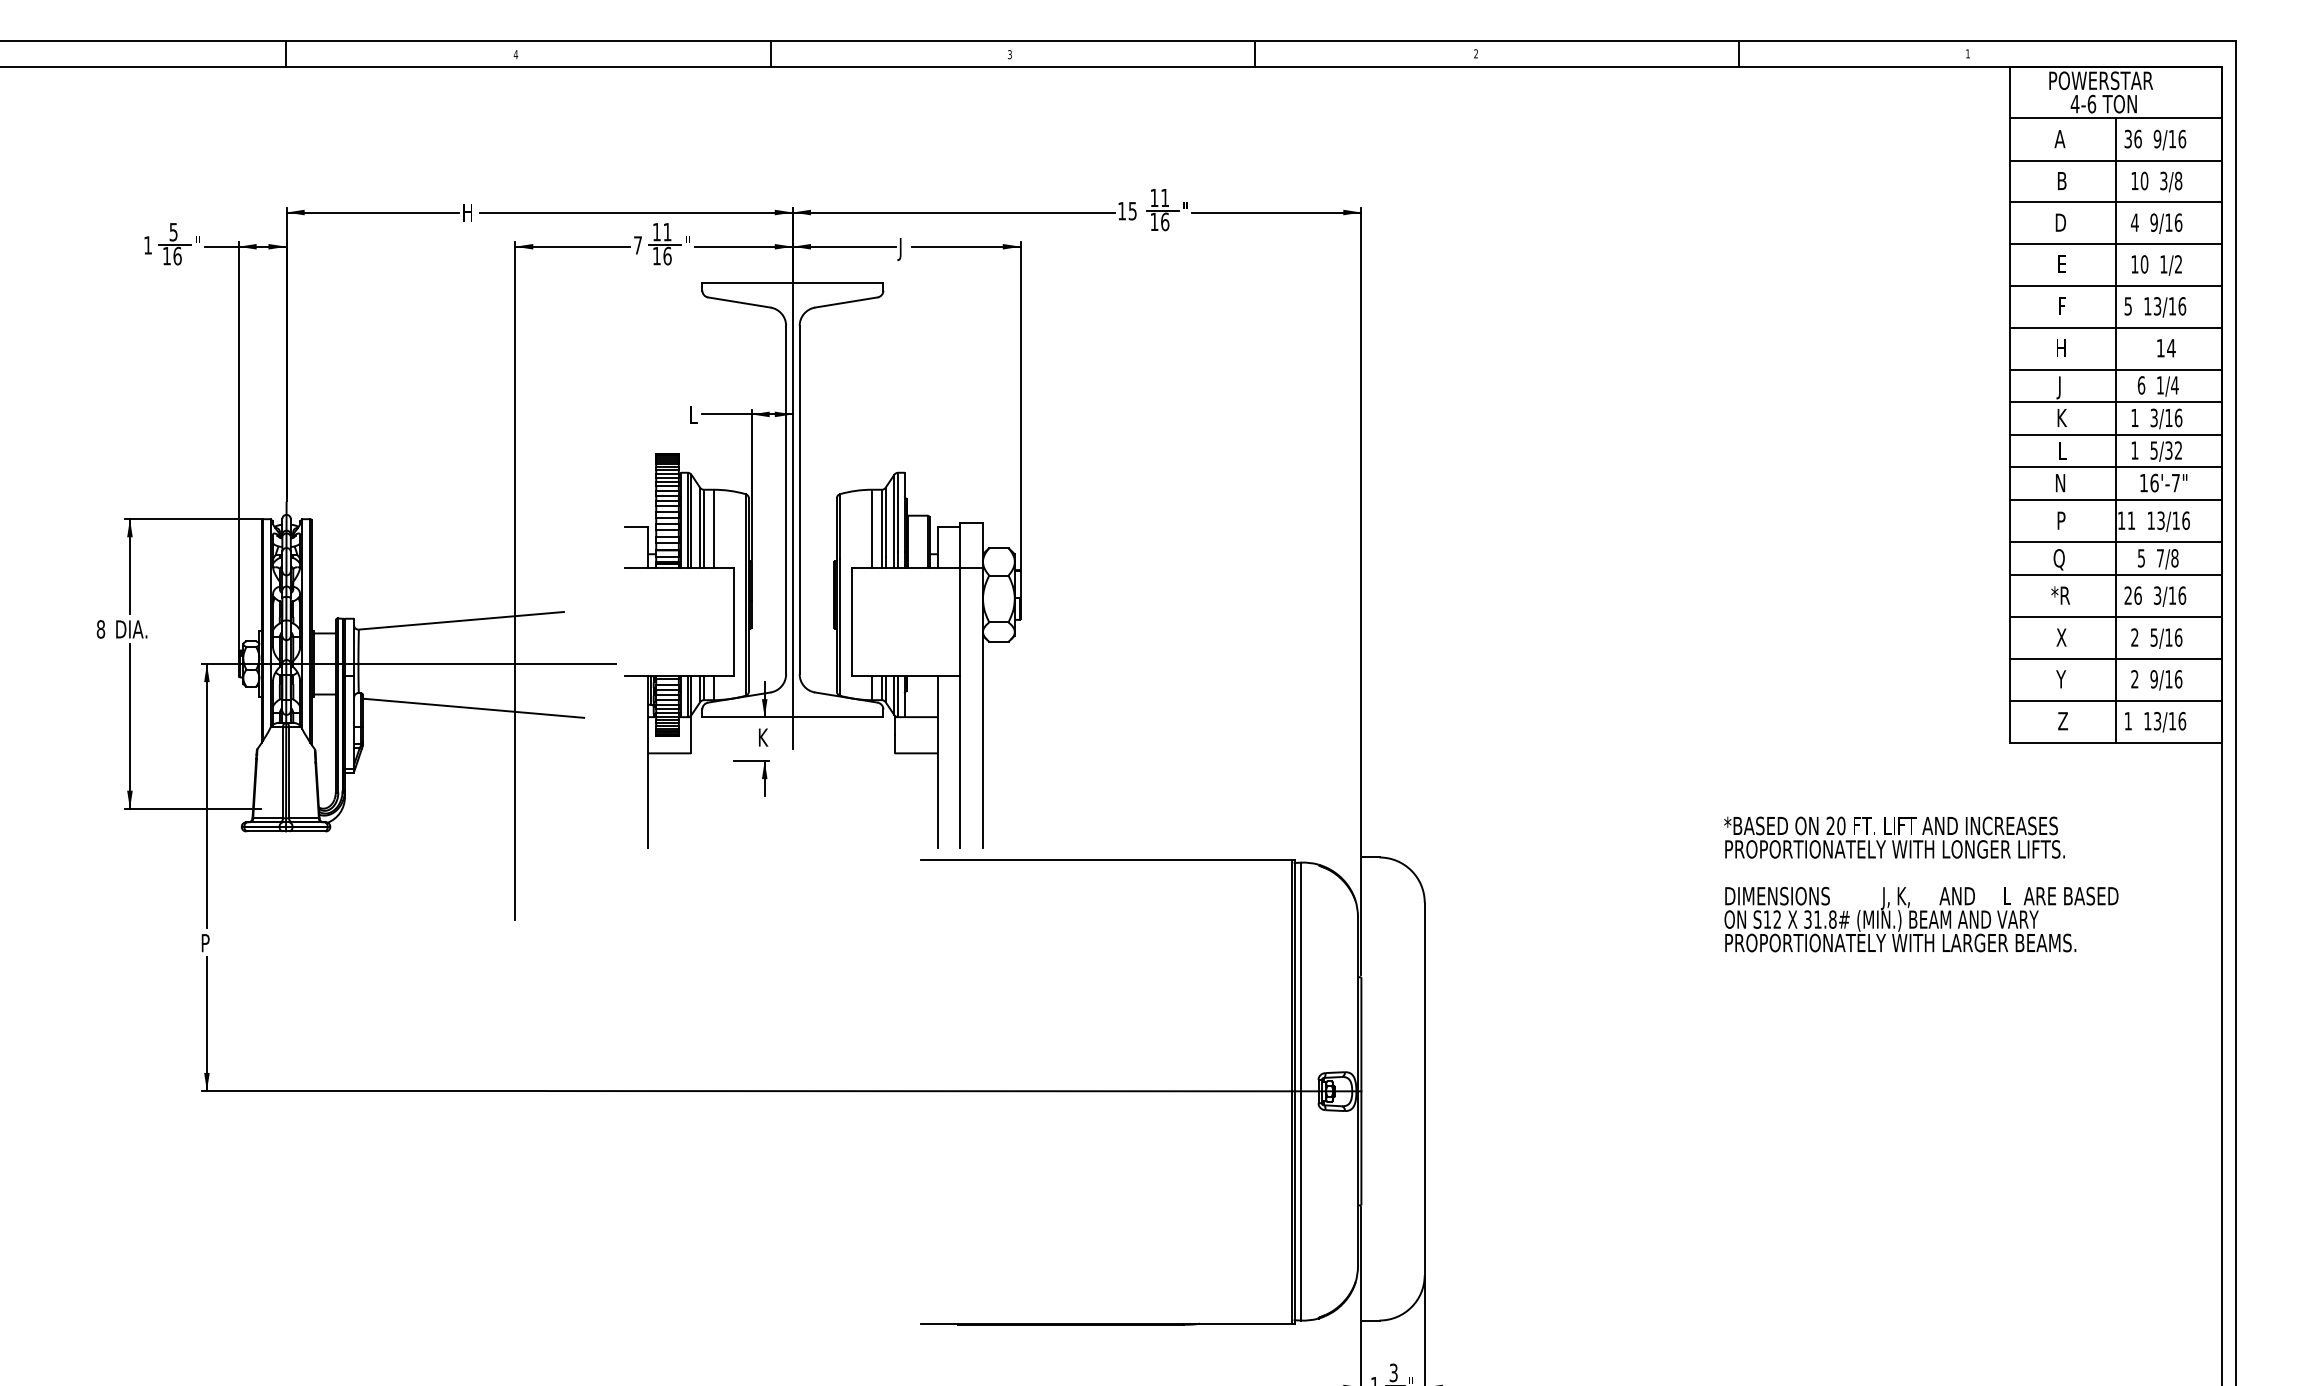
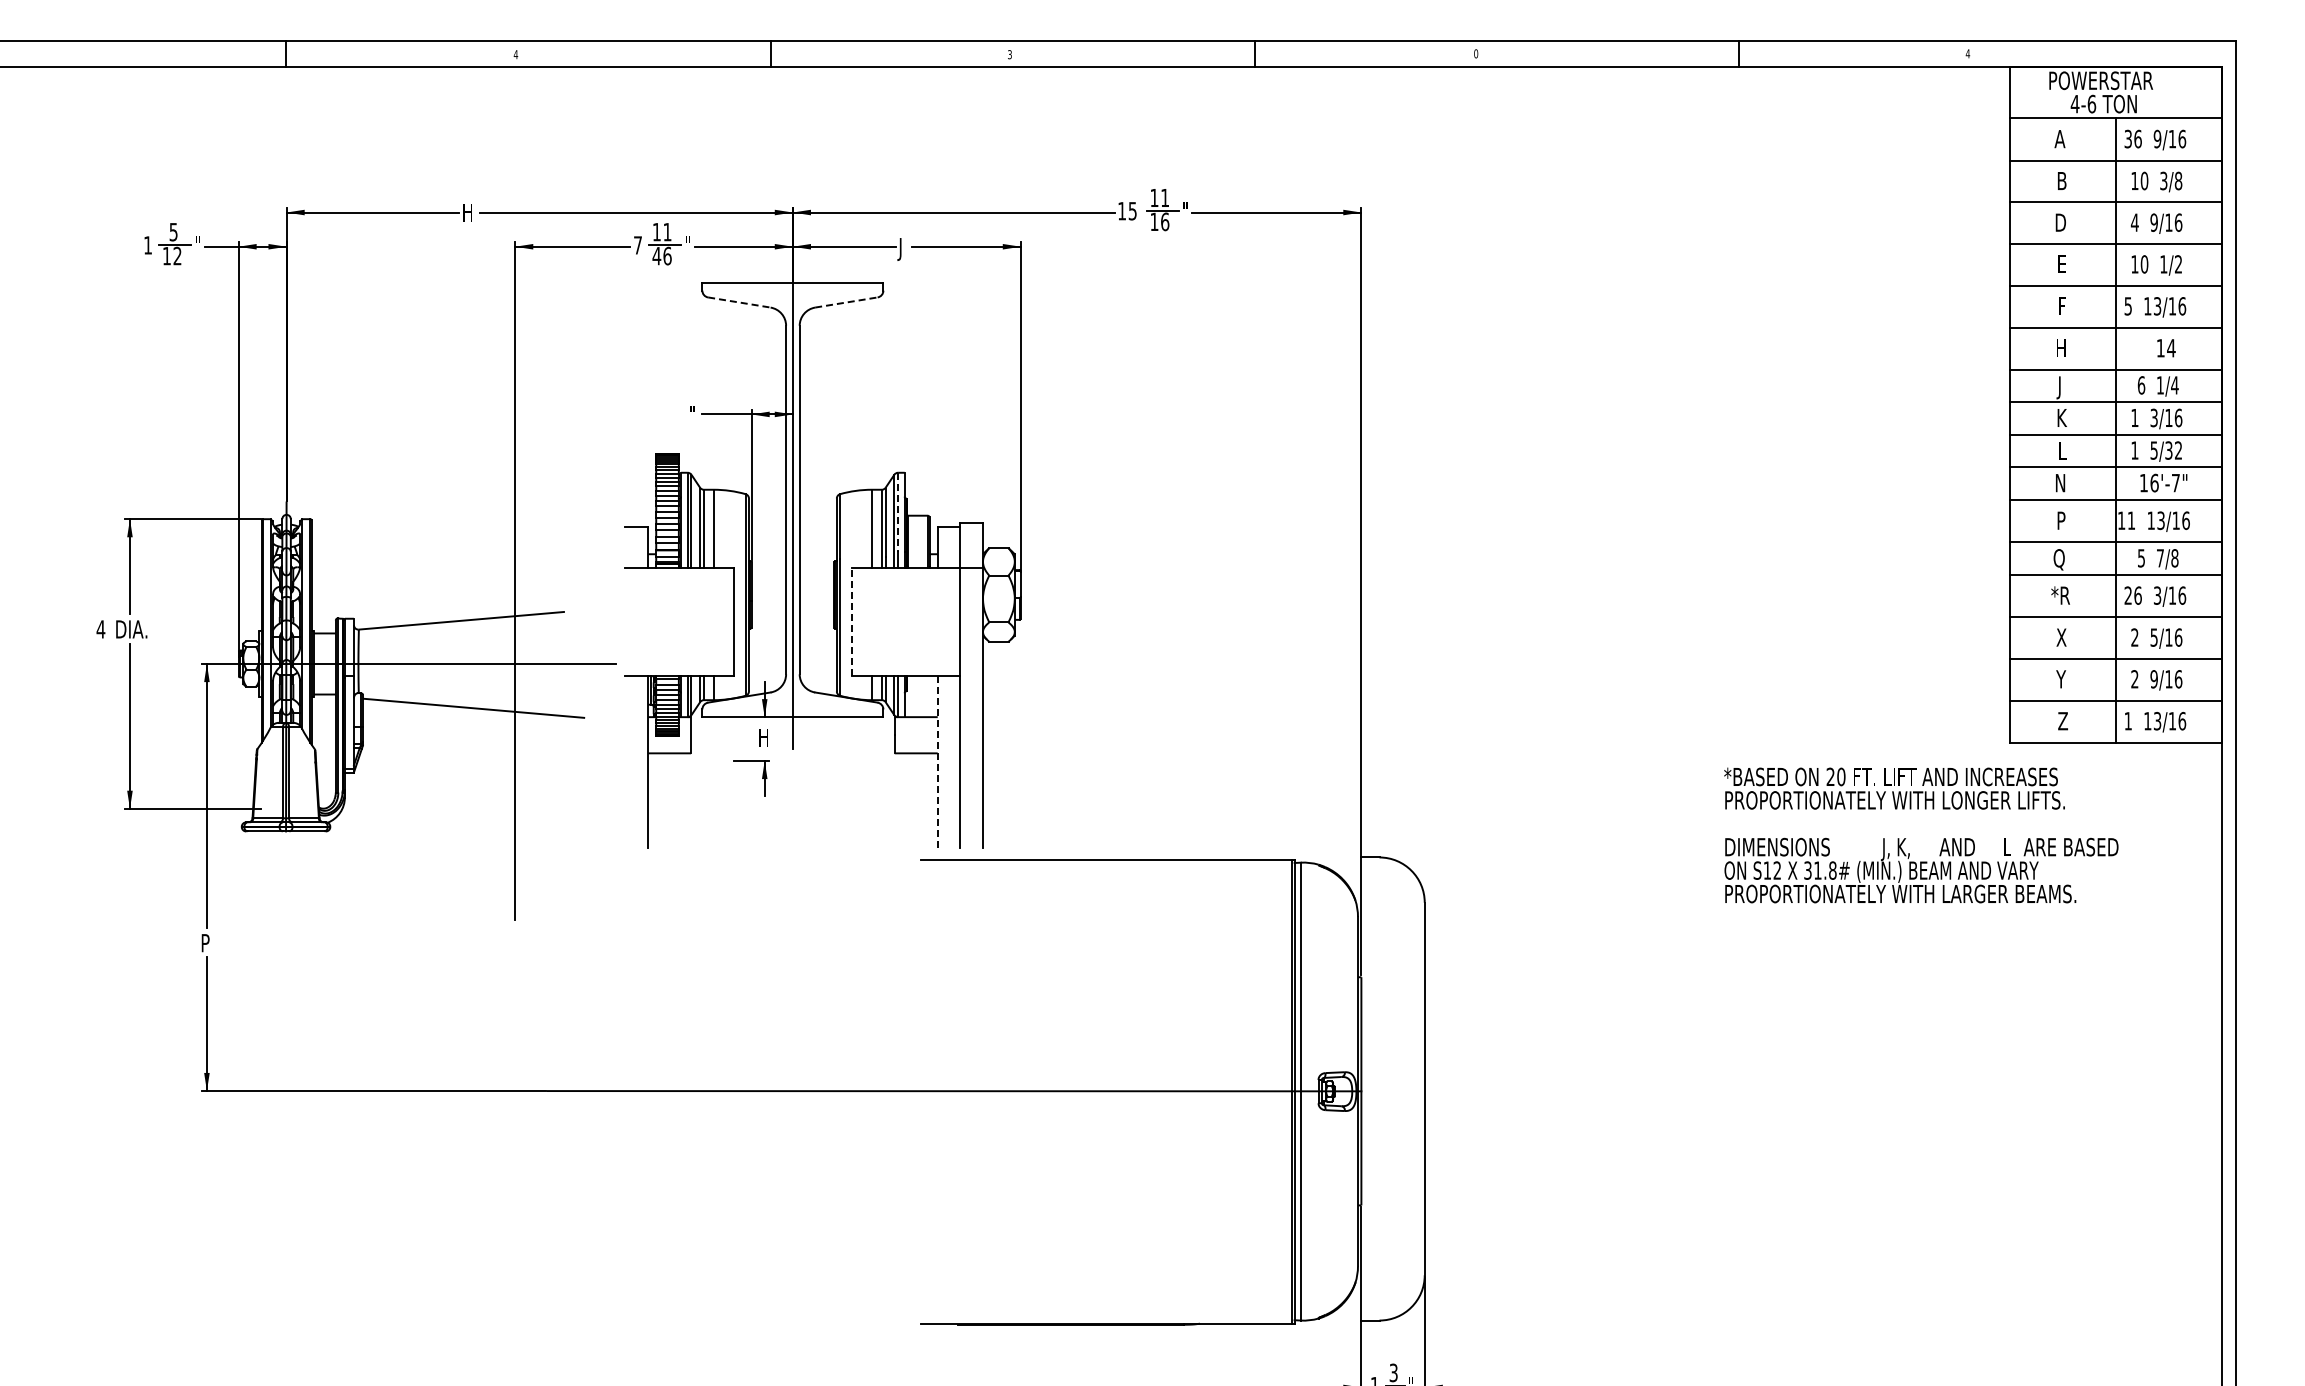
text at (1476, 53): 2 -> 0
text at (1967, 53): 1 -> 4
text at (177, 255): 16 -> 12
text at (656, 256): 16 -> 46
line at (739, 302): solid -> dashed
line at (846, 302): solid -> dashed
text at (693, 414): L -> "
line at (898, 512): solid -> dashed
line at (851, 621): solid -> dashed
text at (100, 629): 8 -> 4
text at (763, 737): K -> H
line at (937, 762): solid -> dashed
text at (1921, 884) position: (1921, 884) -> (1921, 835)
